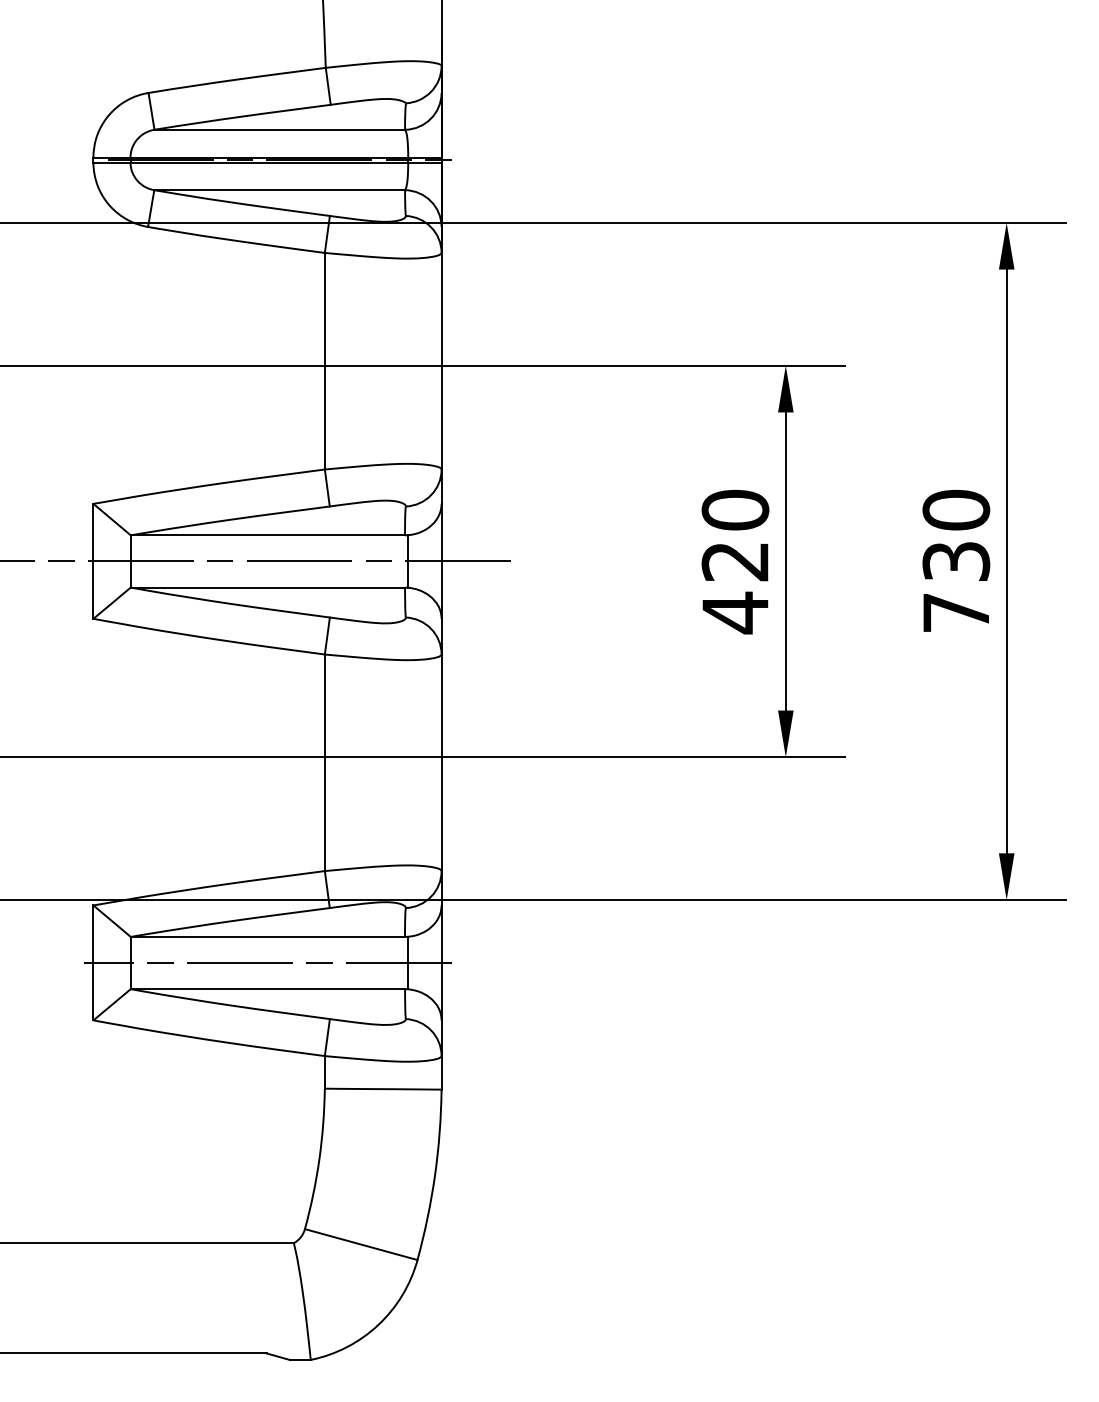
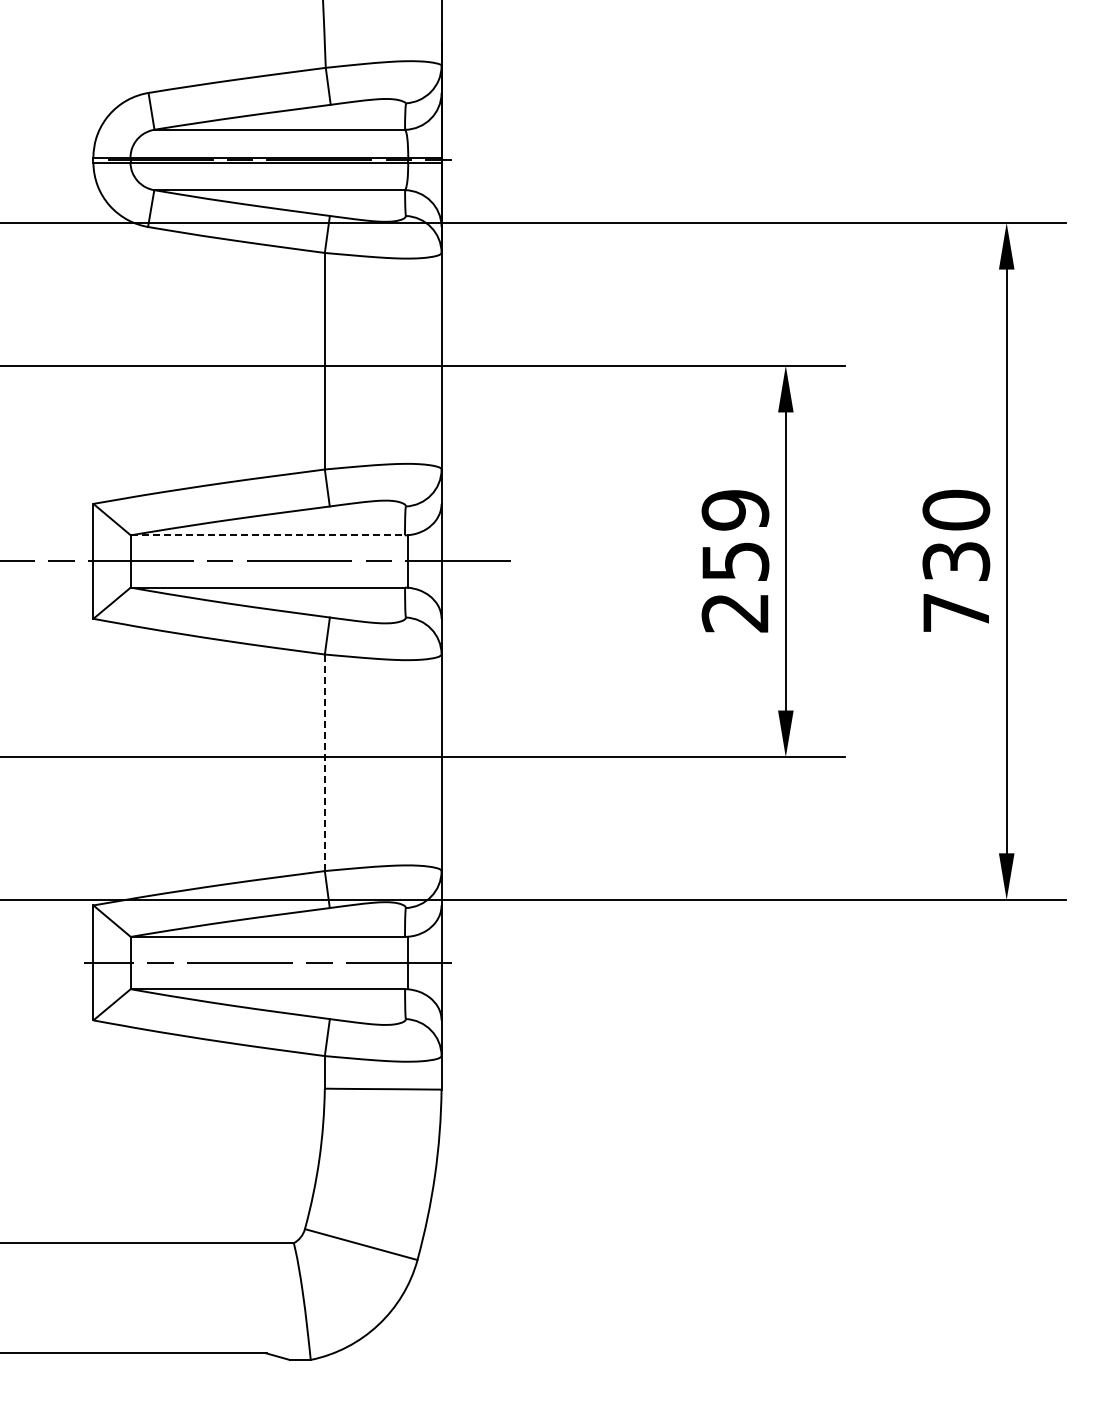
line at (268, 535): solid -> dashed
text at (735, 561): 420 -> 259
line at (324, 763): solid -> dashed
